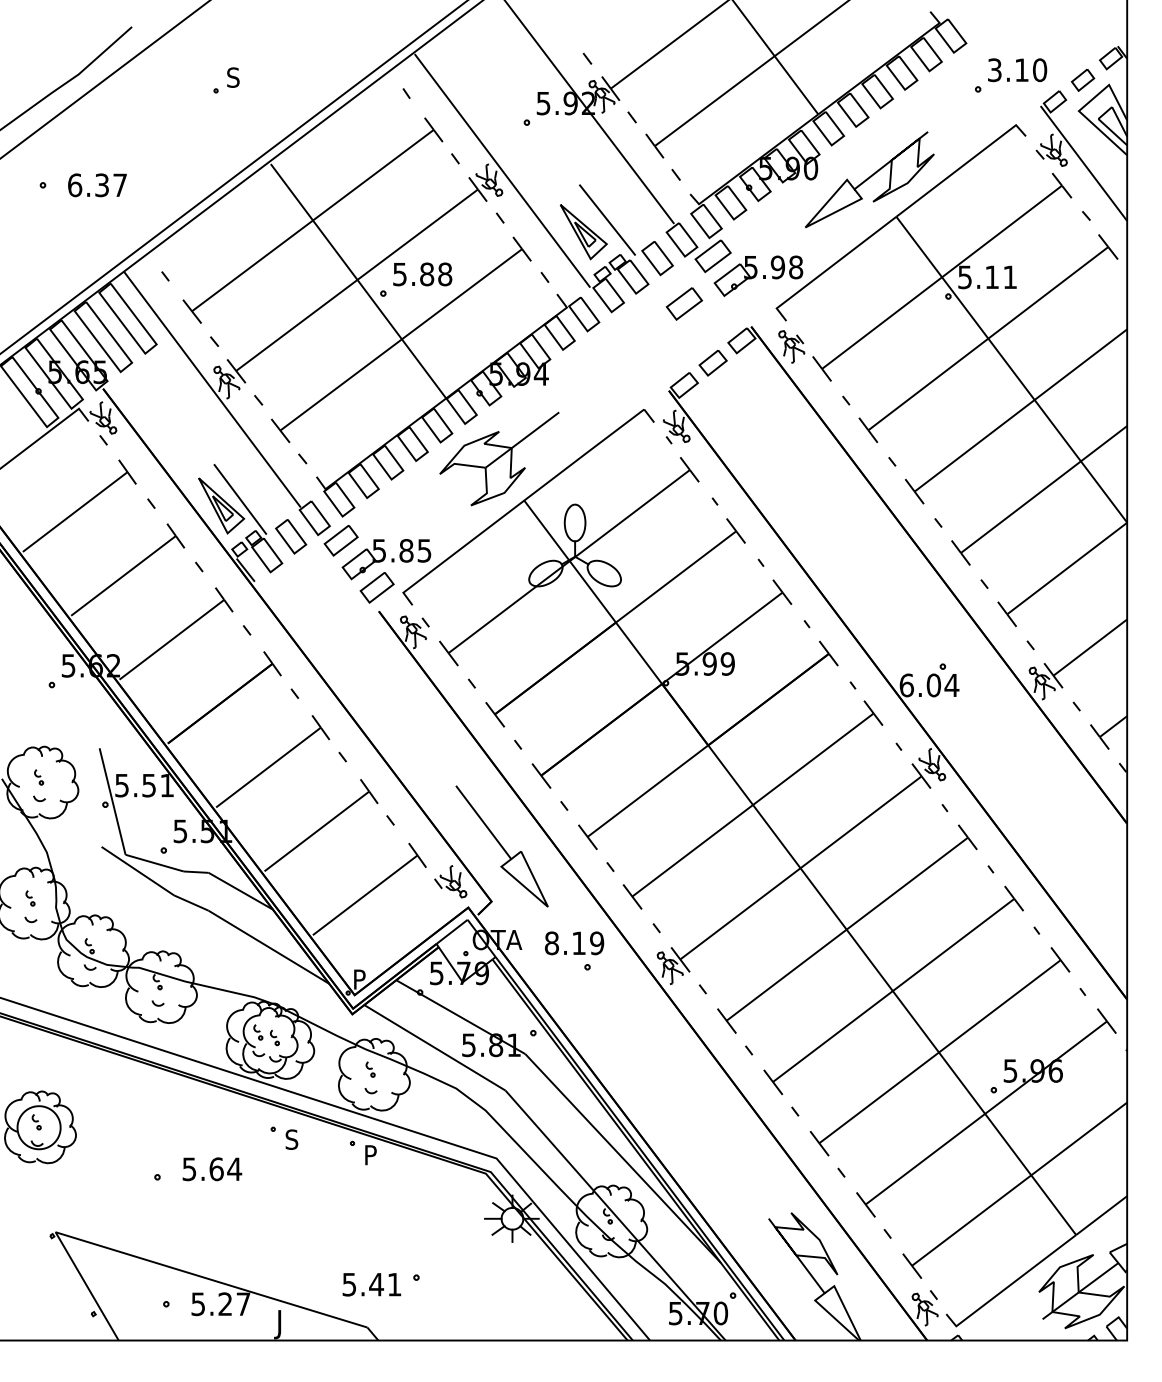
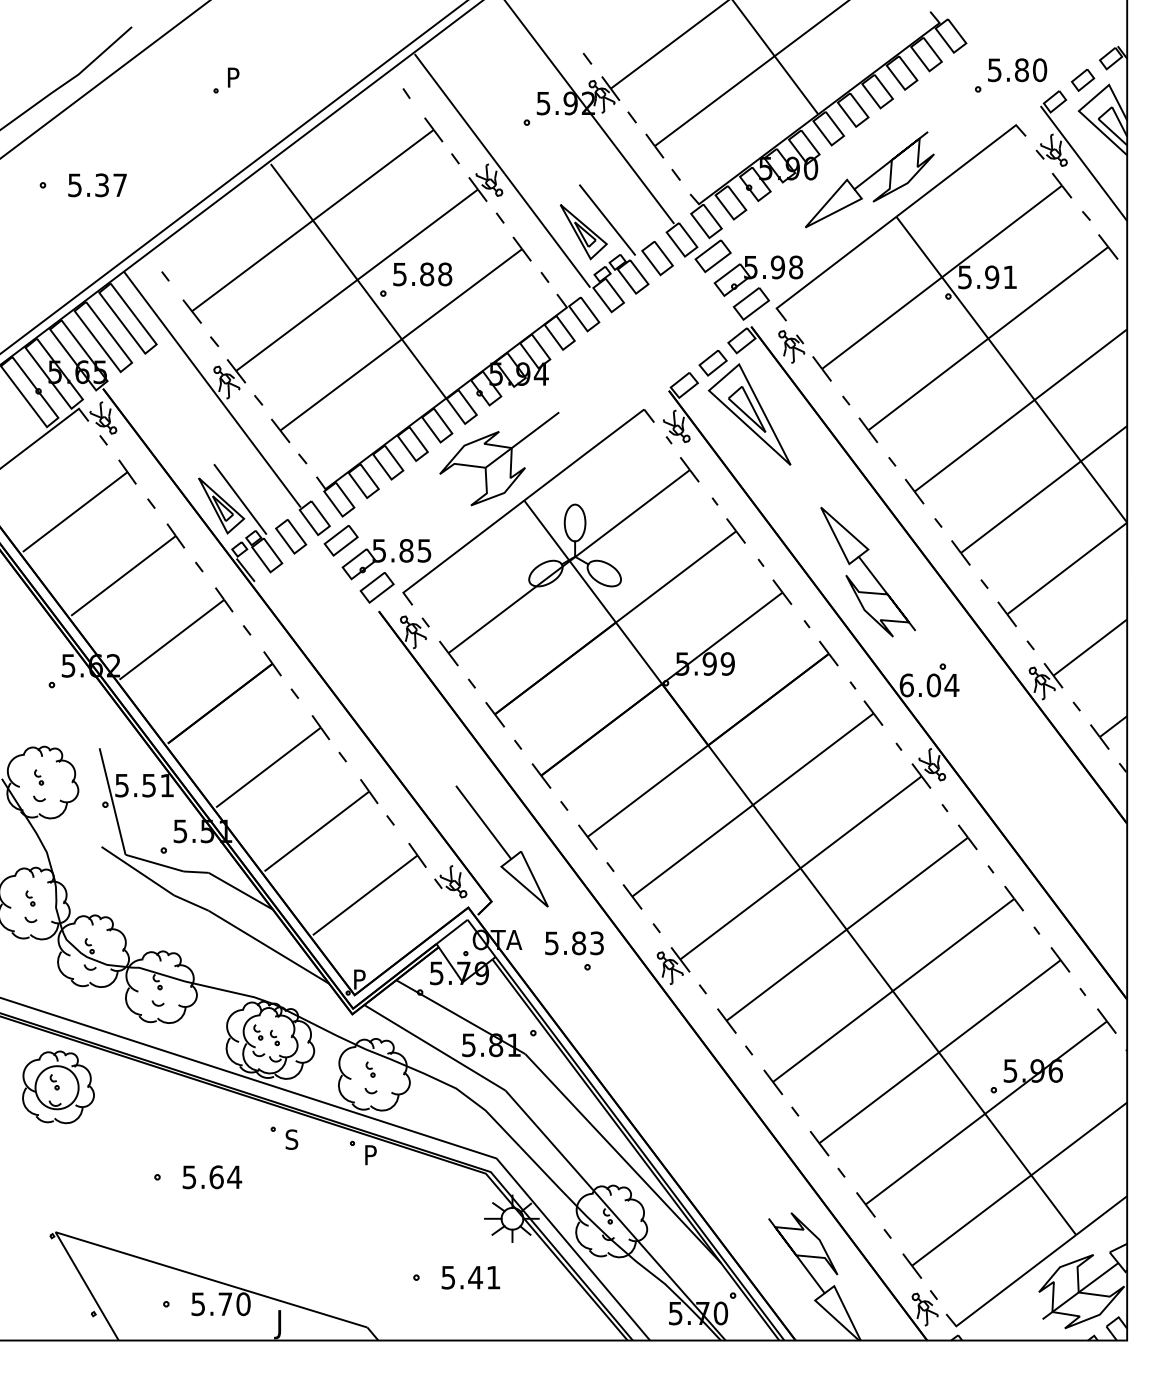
text at (1008, 70): 3.10 -> 5.80
text at (233, 77): S -> P
text at (75, 185): 6.37 -> 5.37
text at (992, 277): 5.11 -> 5.91
part at (684, 303) position: (684, 303) -> (751, 303)
part at (749, 414): none -> present
curve at (868, 571): none -> present
text at (574, 943): 8.19 -> 5.83
part at (40, 1127) position: (40, 1127) -> (58, 1087)
text at (212, 1169) position: (212, 1169) -> (212, 1177)
text at (371, 1284) position: (371, 1284) -> (470, 1277)
text at (234, 1304): 5.27 -> 5.70
